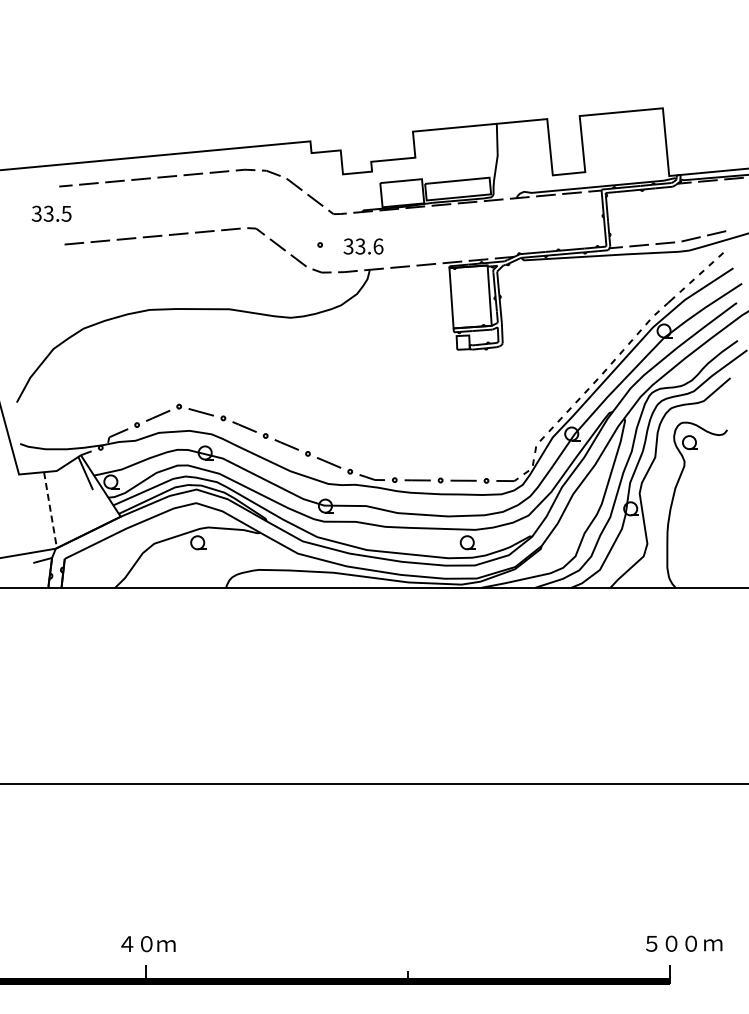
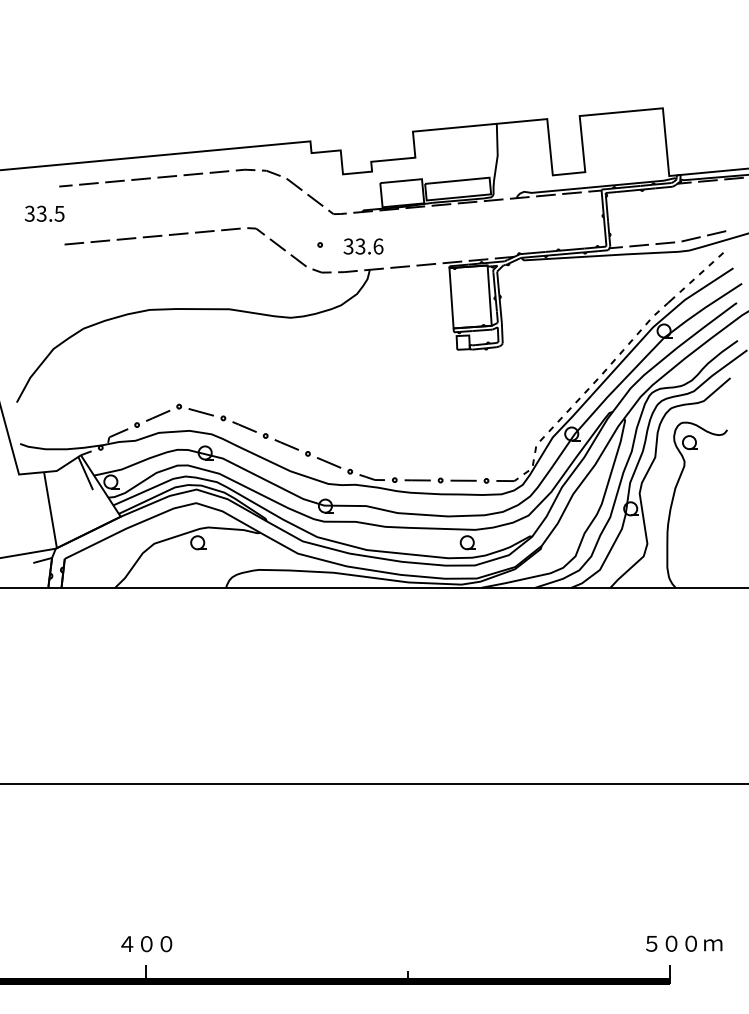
text at (51, 213) position: (51, 213) -> (44, 213)
line at (50, 510): dashed -> solid
text at (166, 944): ｍ -> ０
